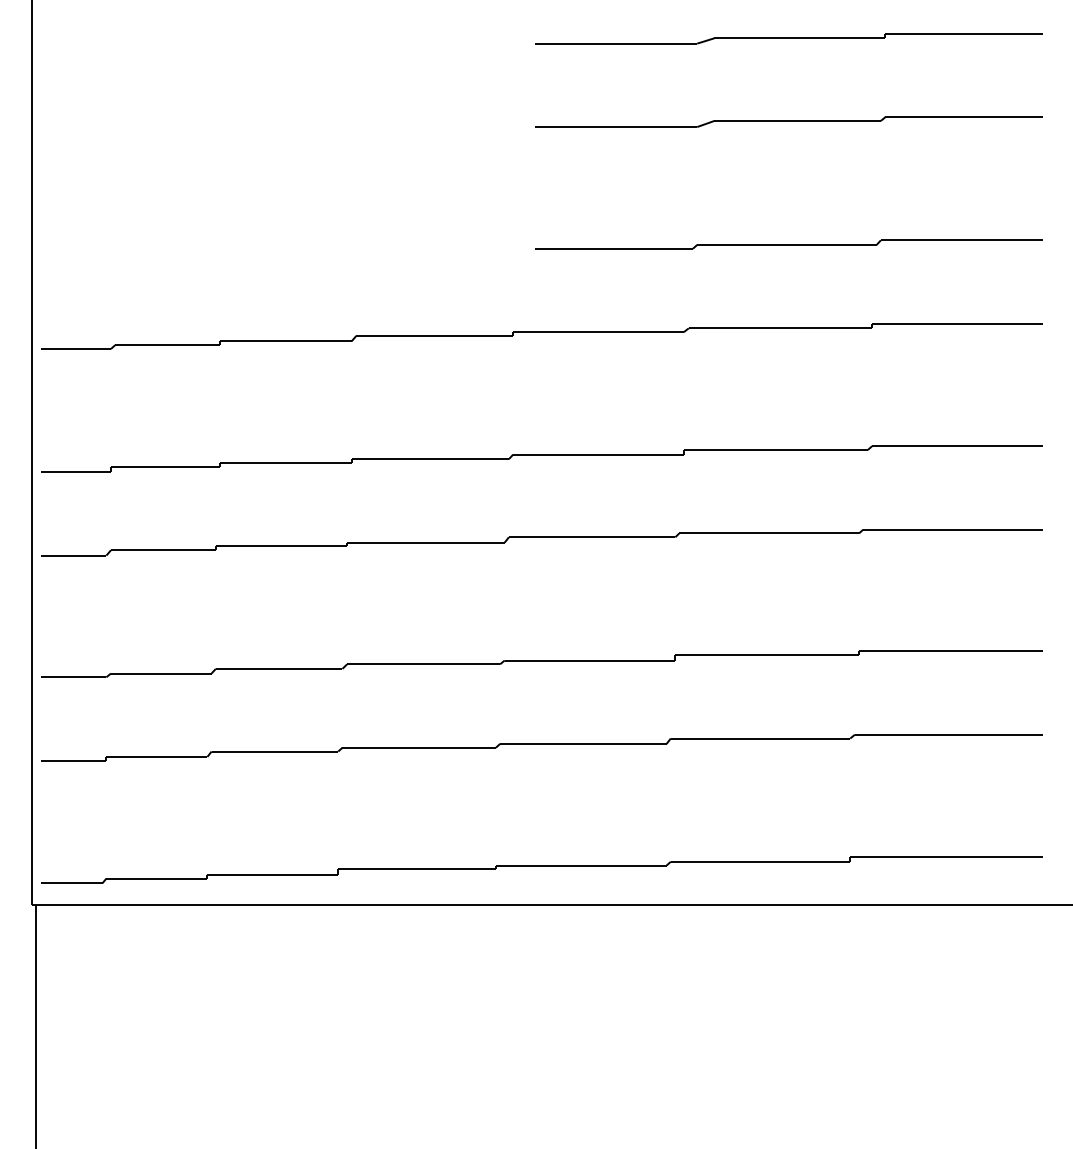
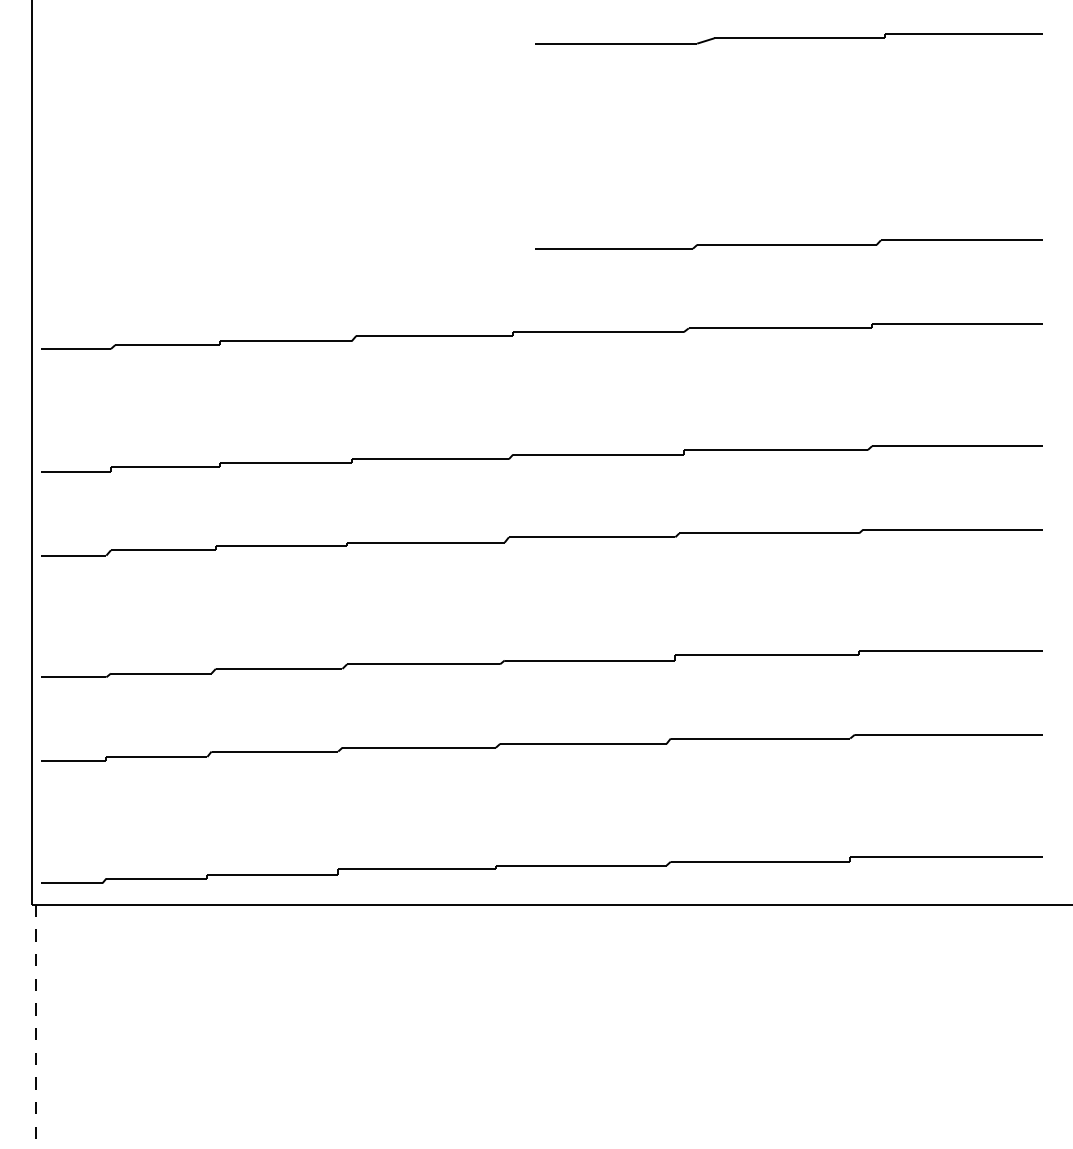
part at (788, 121): present -> none
line at (36, 1026): solid -> dashed
